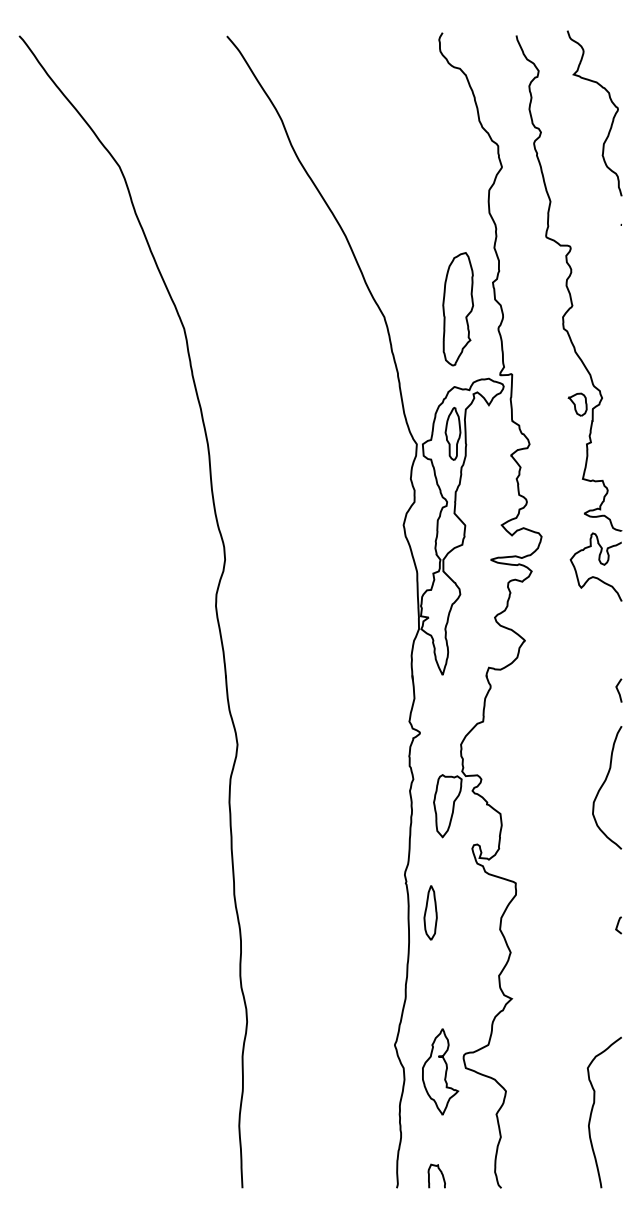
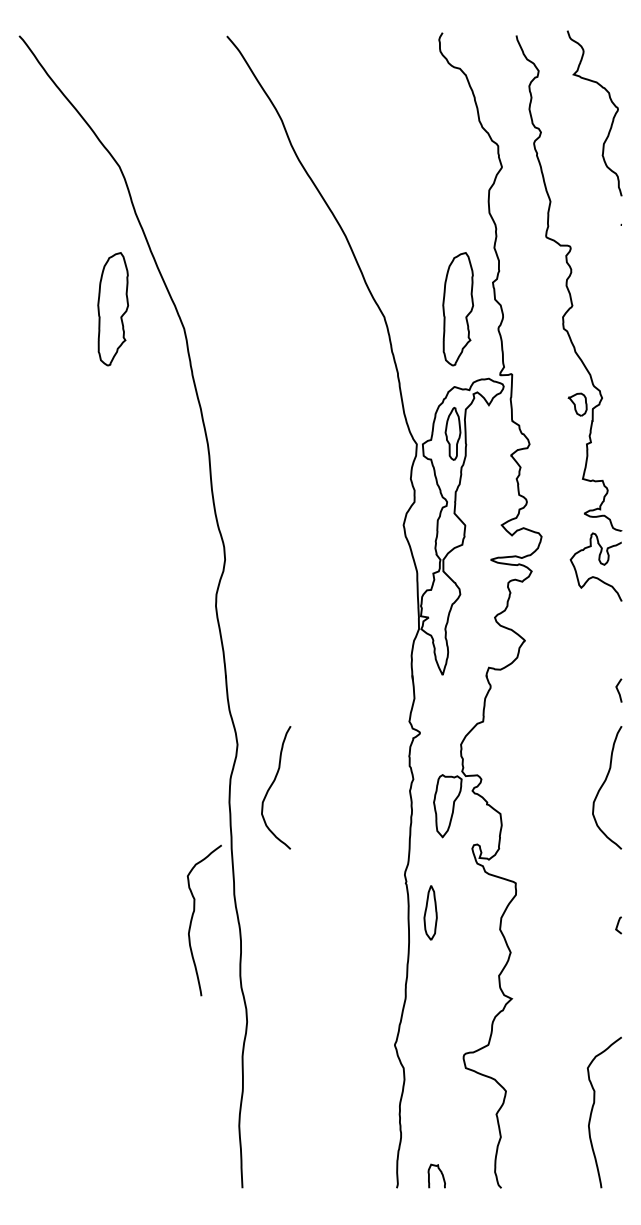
part at (113, 309): none -> present
curve at (272, 785): none -> present
curve at (193, 916): none -> present
part at (440, 1071): present -> none
